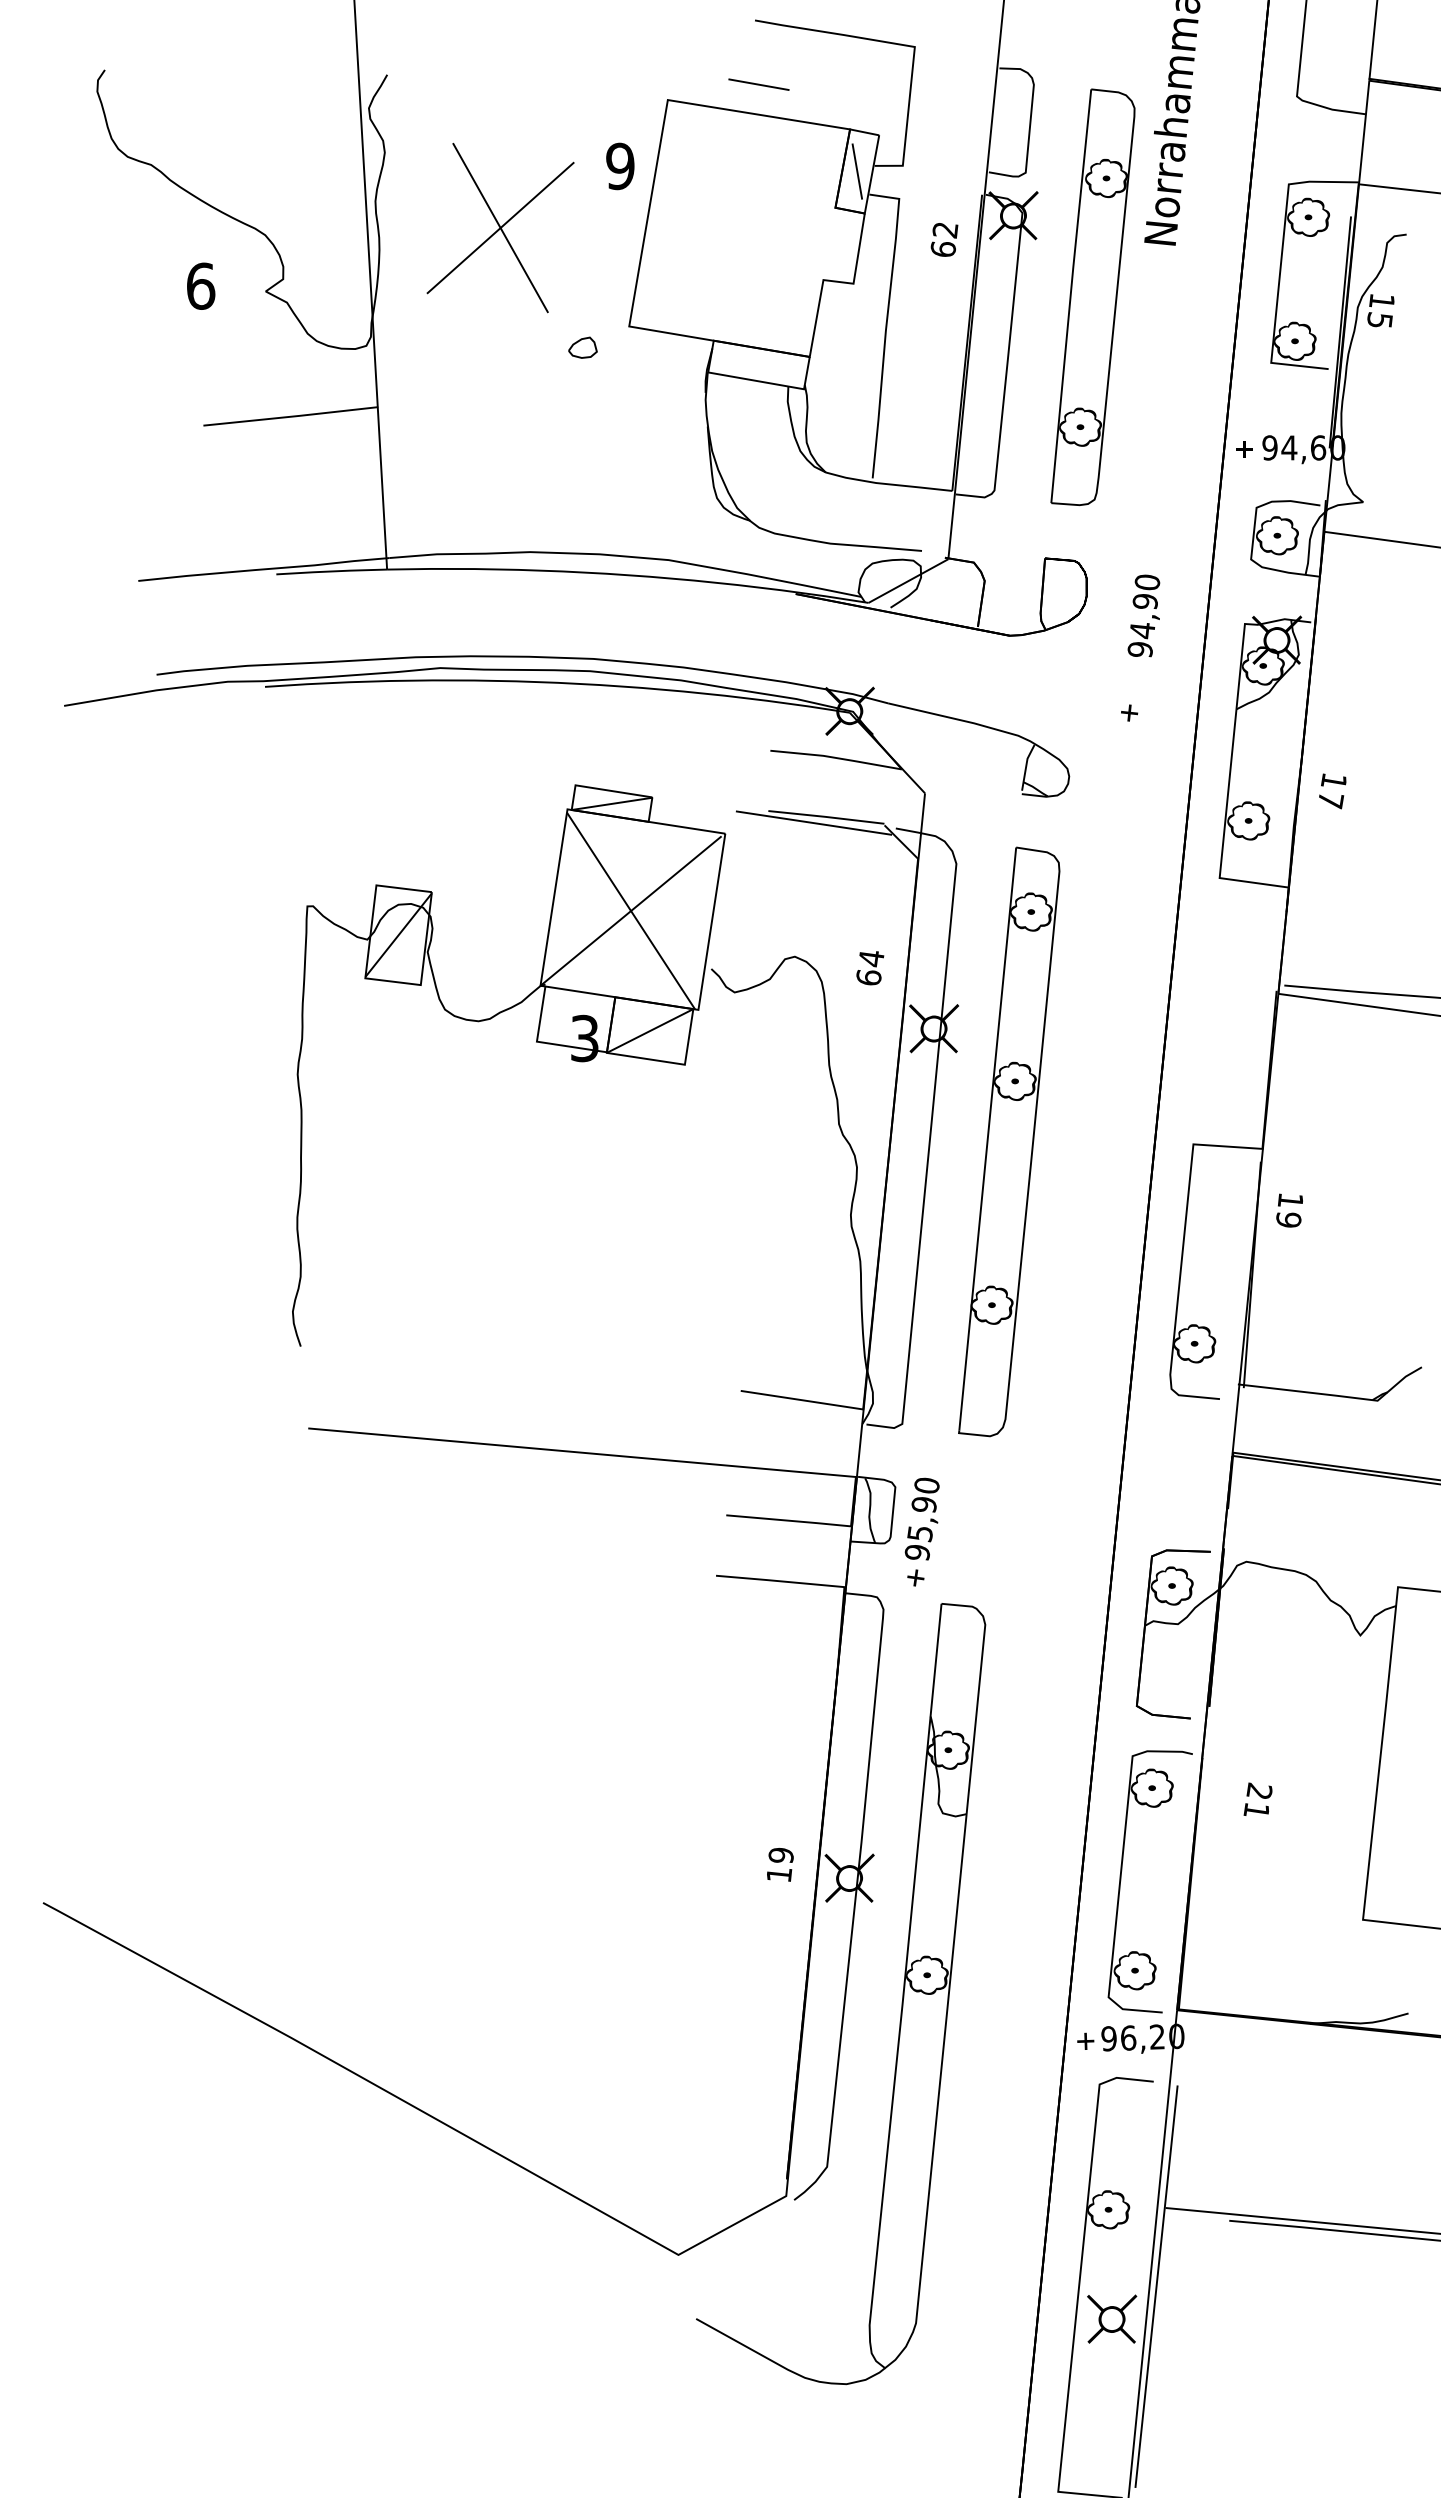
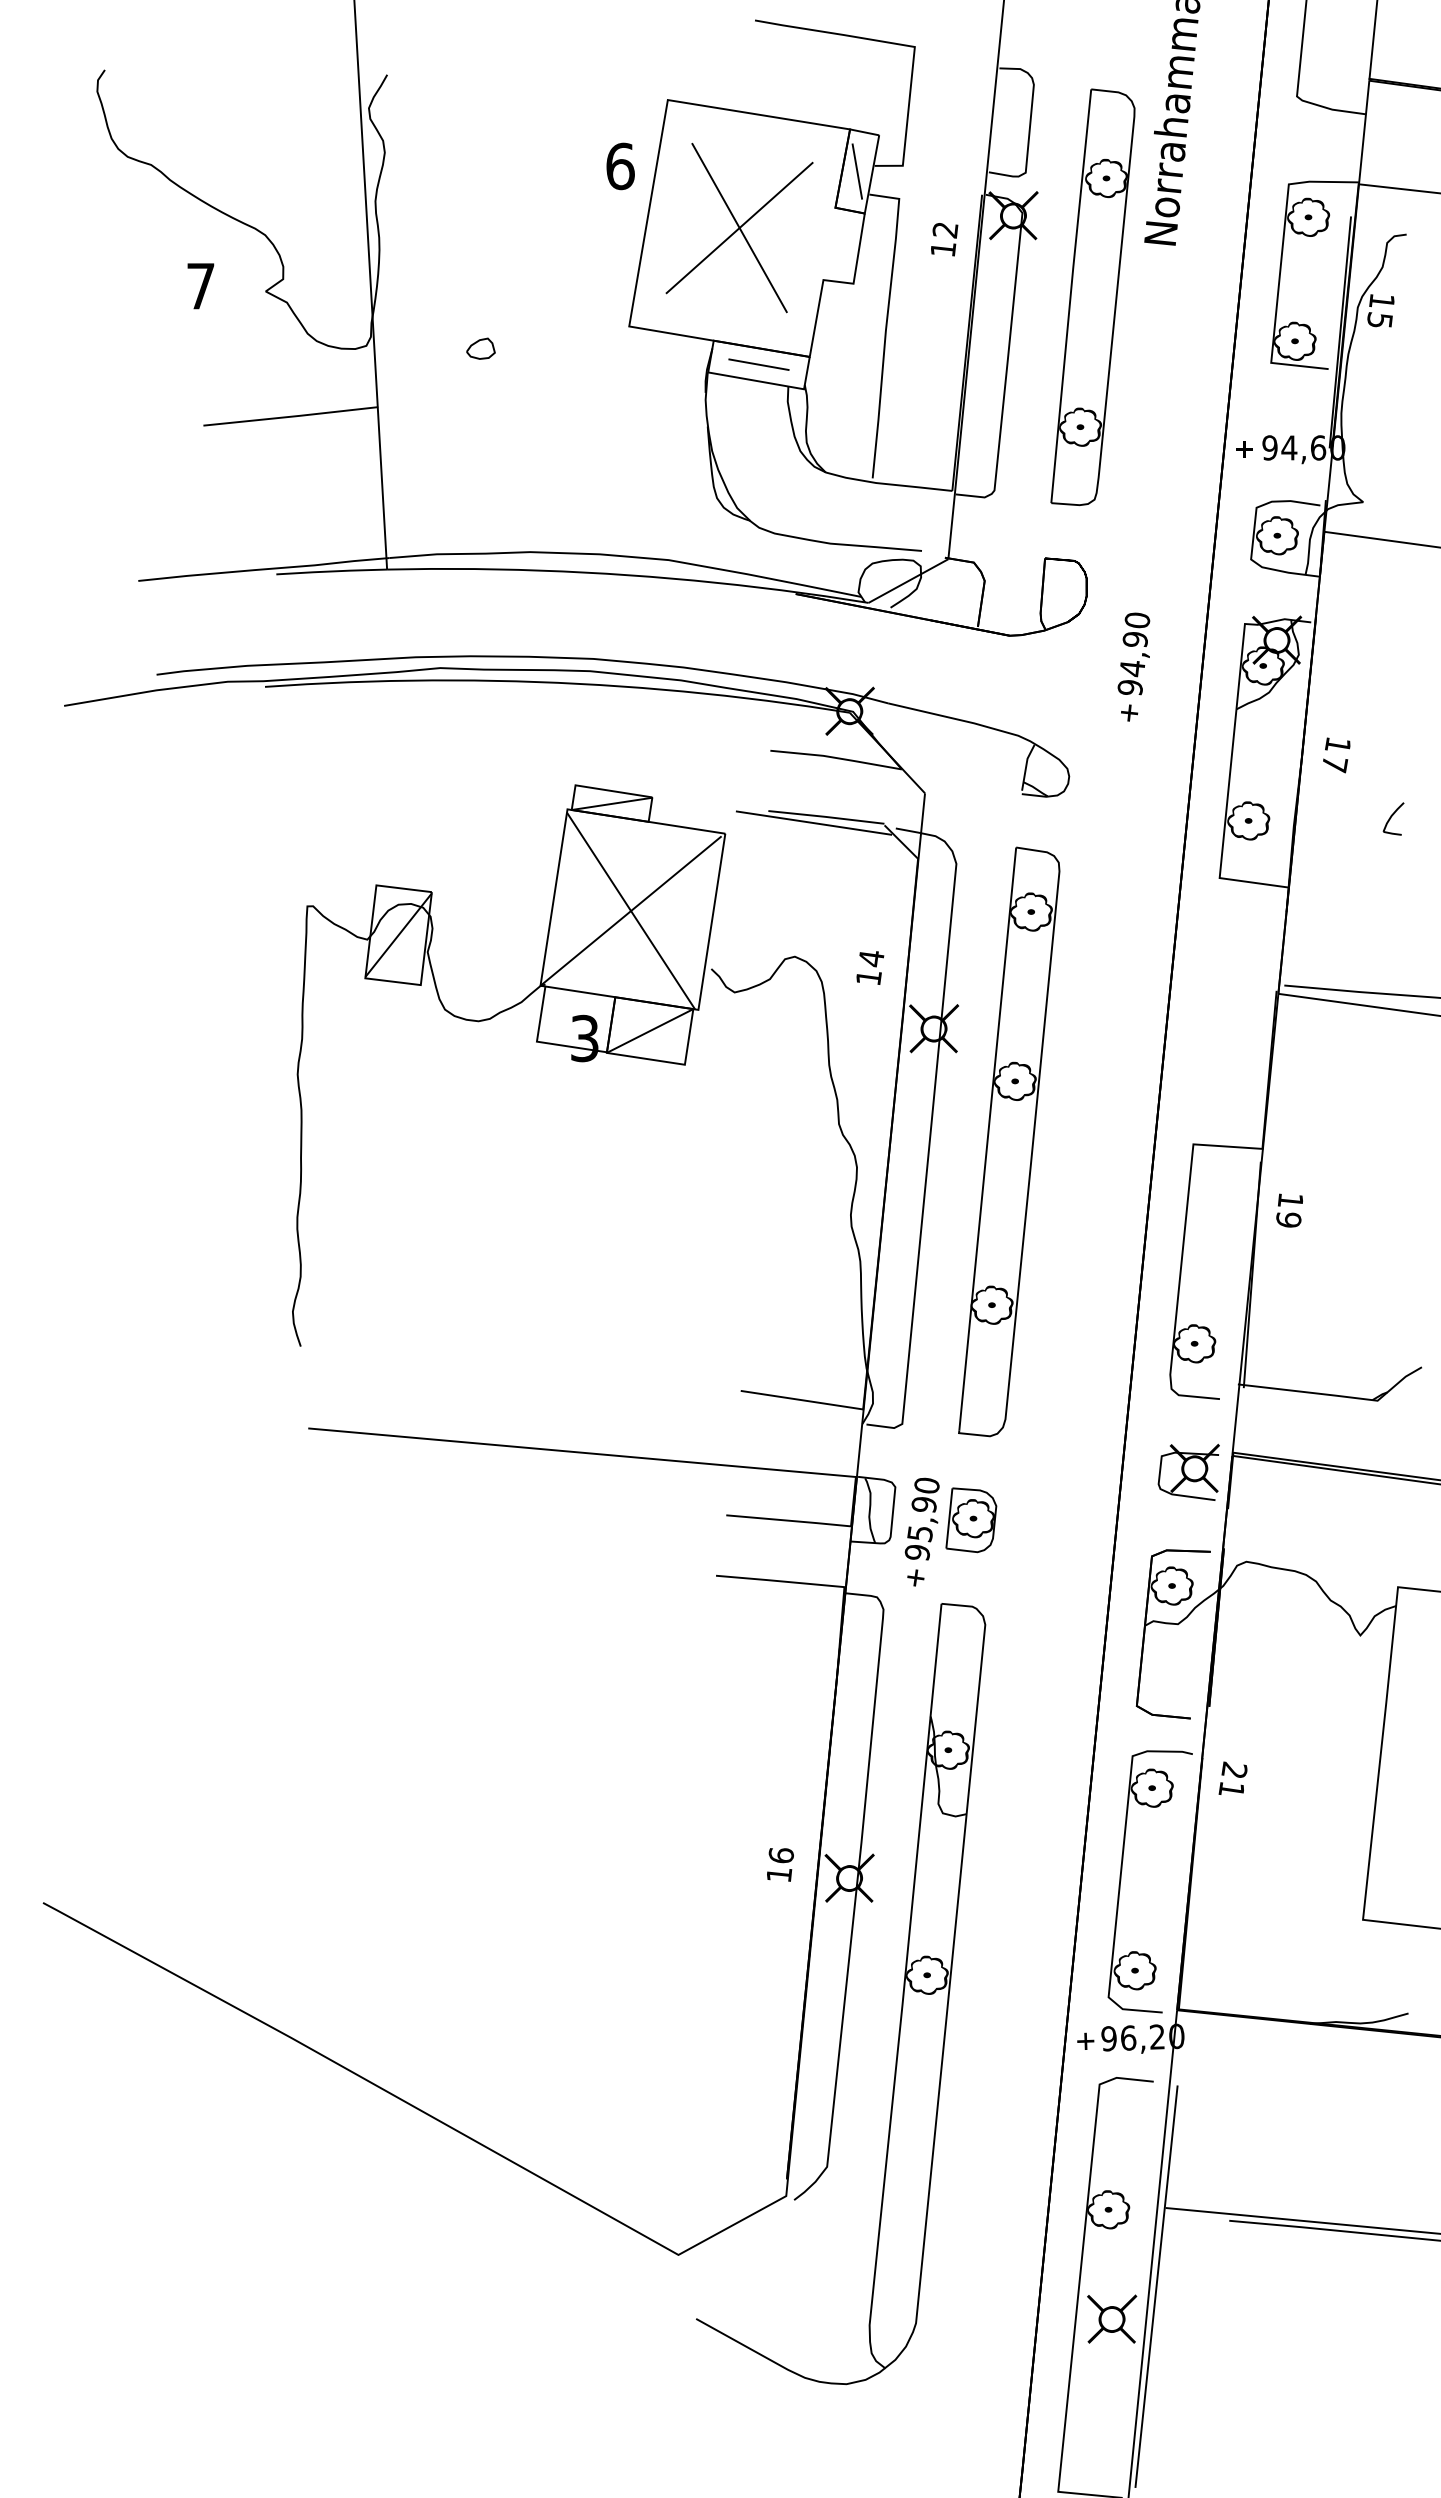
line at (758, 84) position: (758, 84) -> (758, 364)
text at (620, 166): 9 -> 6
part at (500, 228) position: (500, 228) -> (739, 228)
text at (943, 248): 62 -> 12
text at (201, 285): 6 -> 7
part at (582, 347) position: (582, 347) -> (480, 348)
text at (1143, 615) position: (1143, 615) -> (1133, 653)
text at (1332, 791) position: (1332, 791) -> (1336, 755)
part at (1393, 818): none -> present
text at (868, 977): 64 -> 14
part at (1188, 1471): none -> present
part at (971, 1520): none -> present
text at (1257, 1798) position: (1257, 1798) -> (1232, 1777)
text at (780, 1855): 19 -> 16
